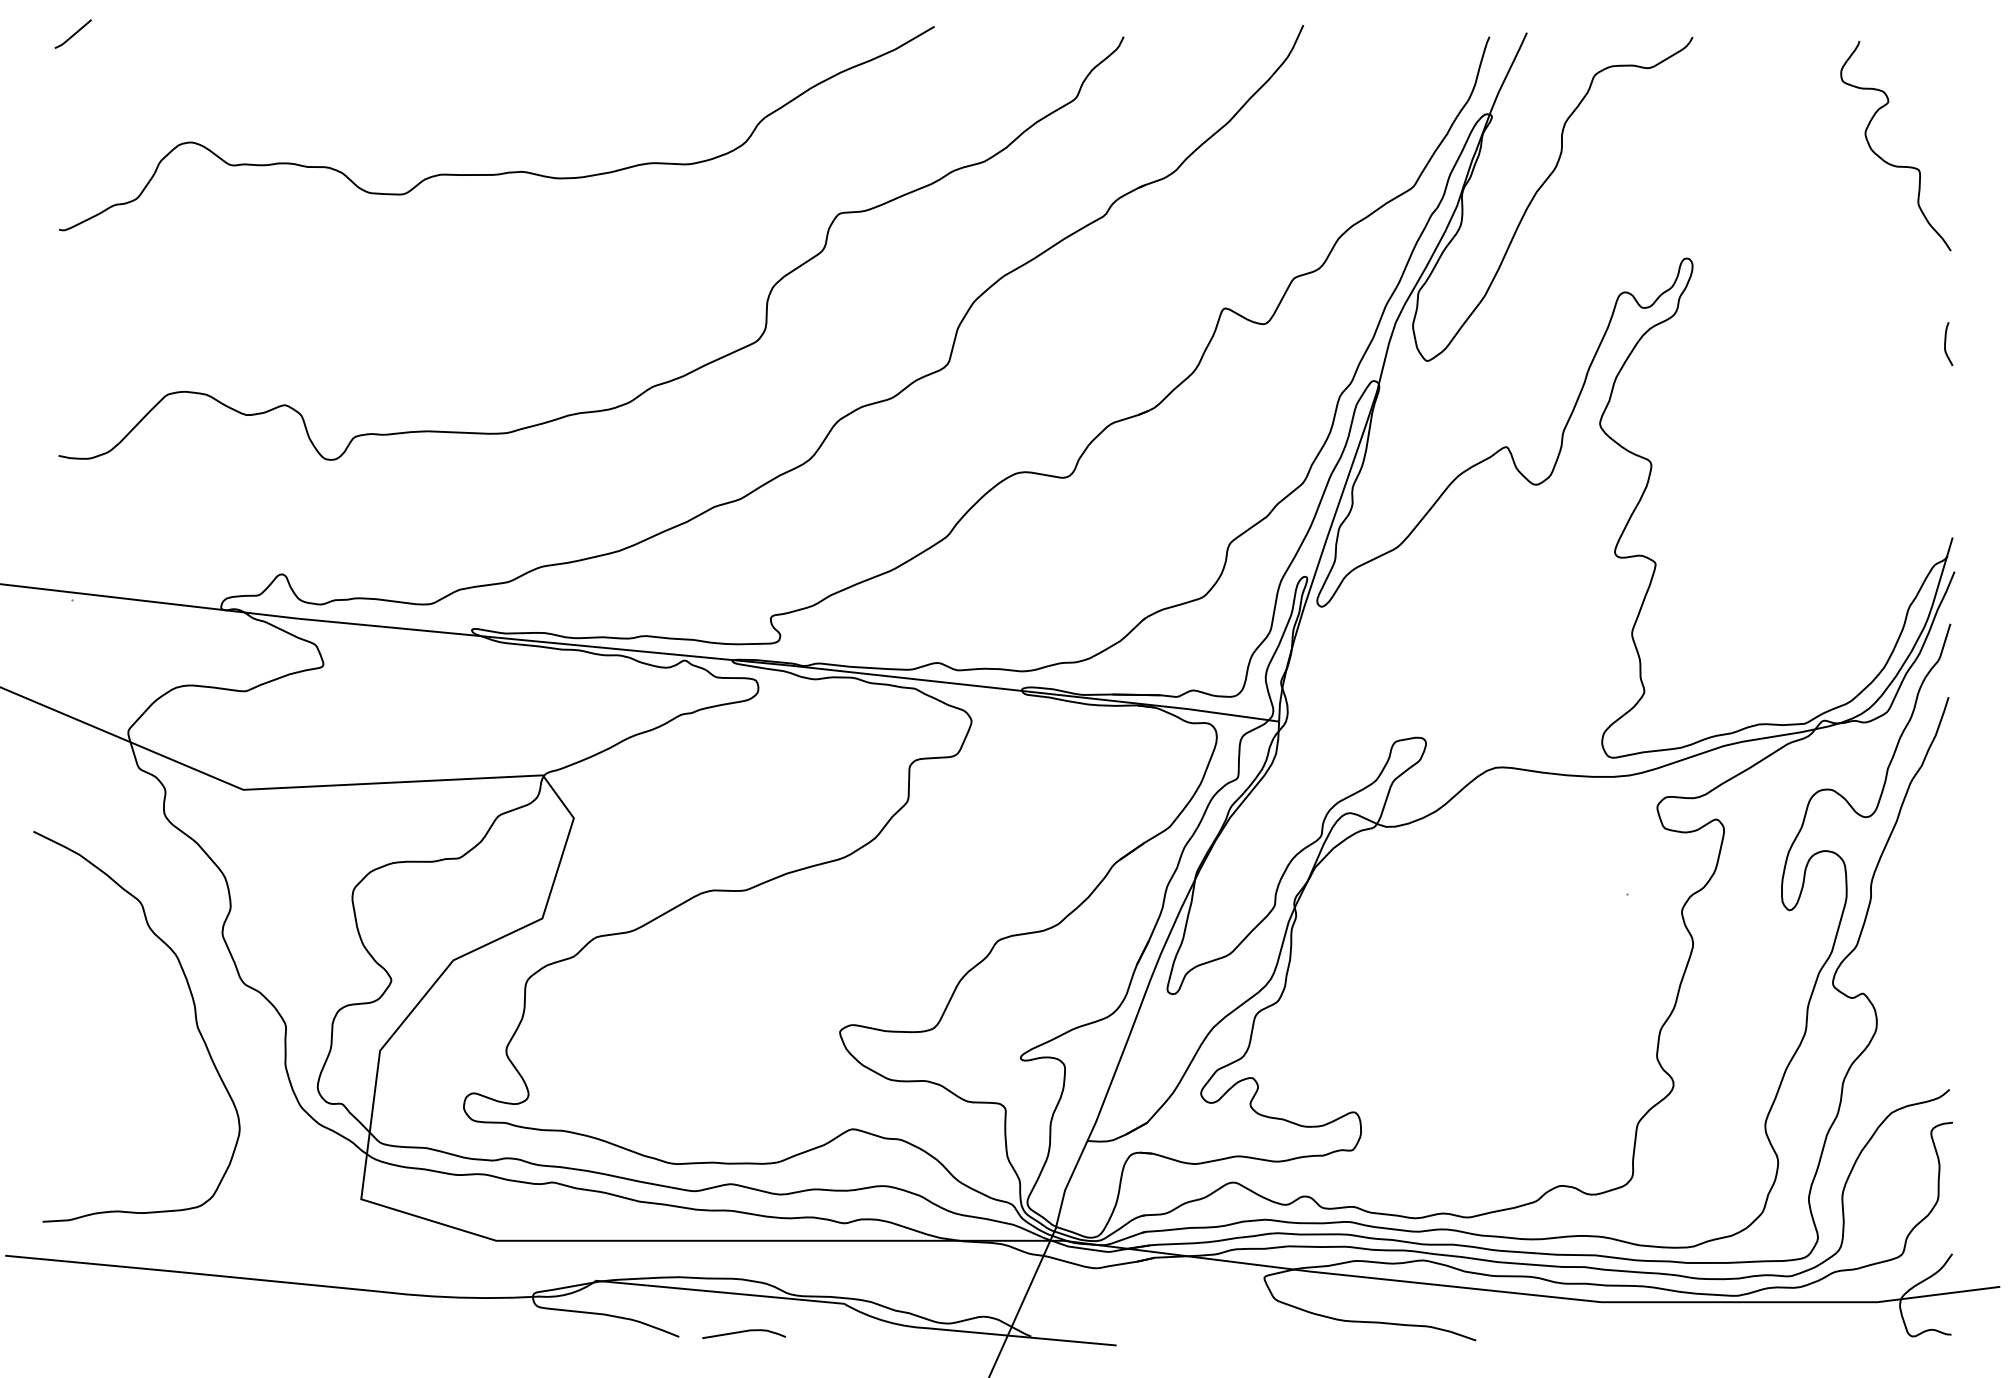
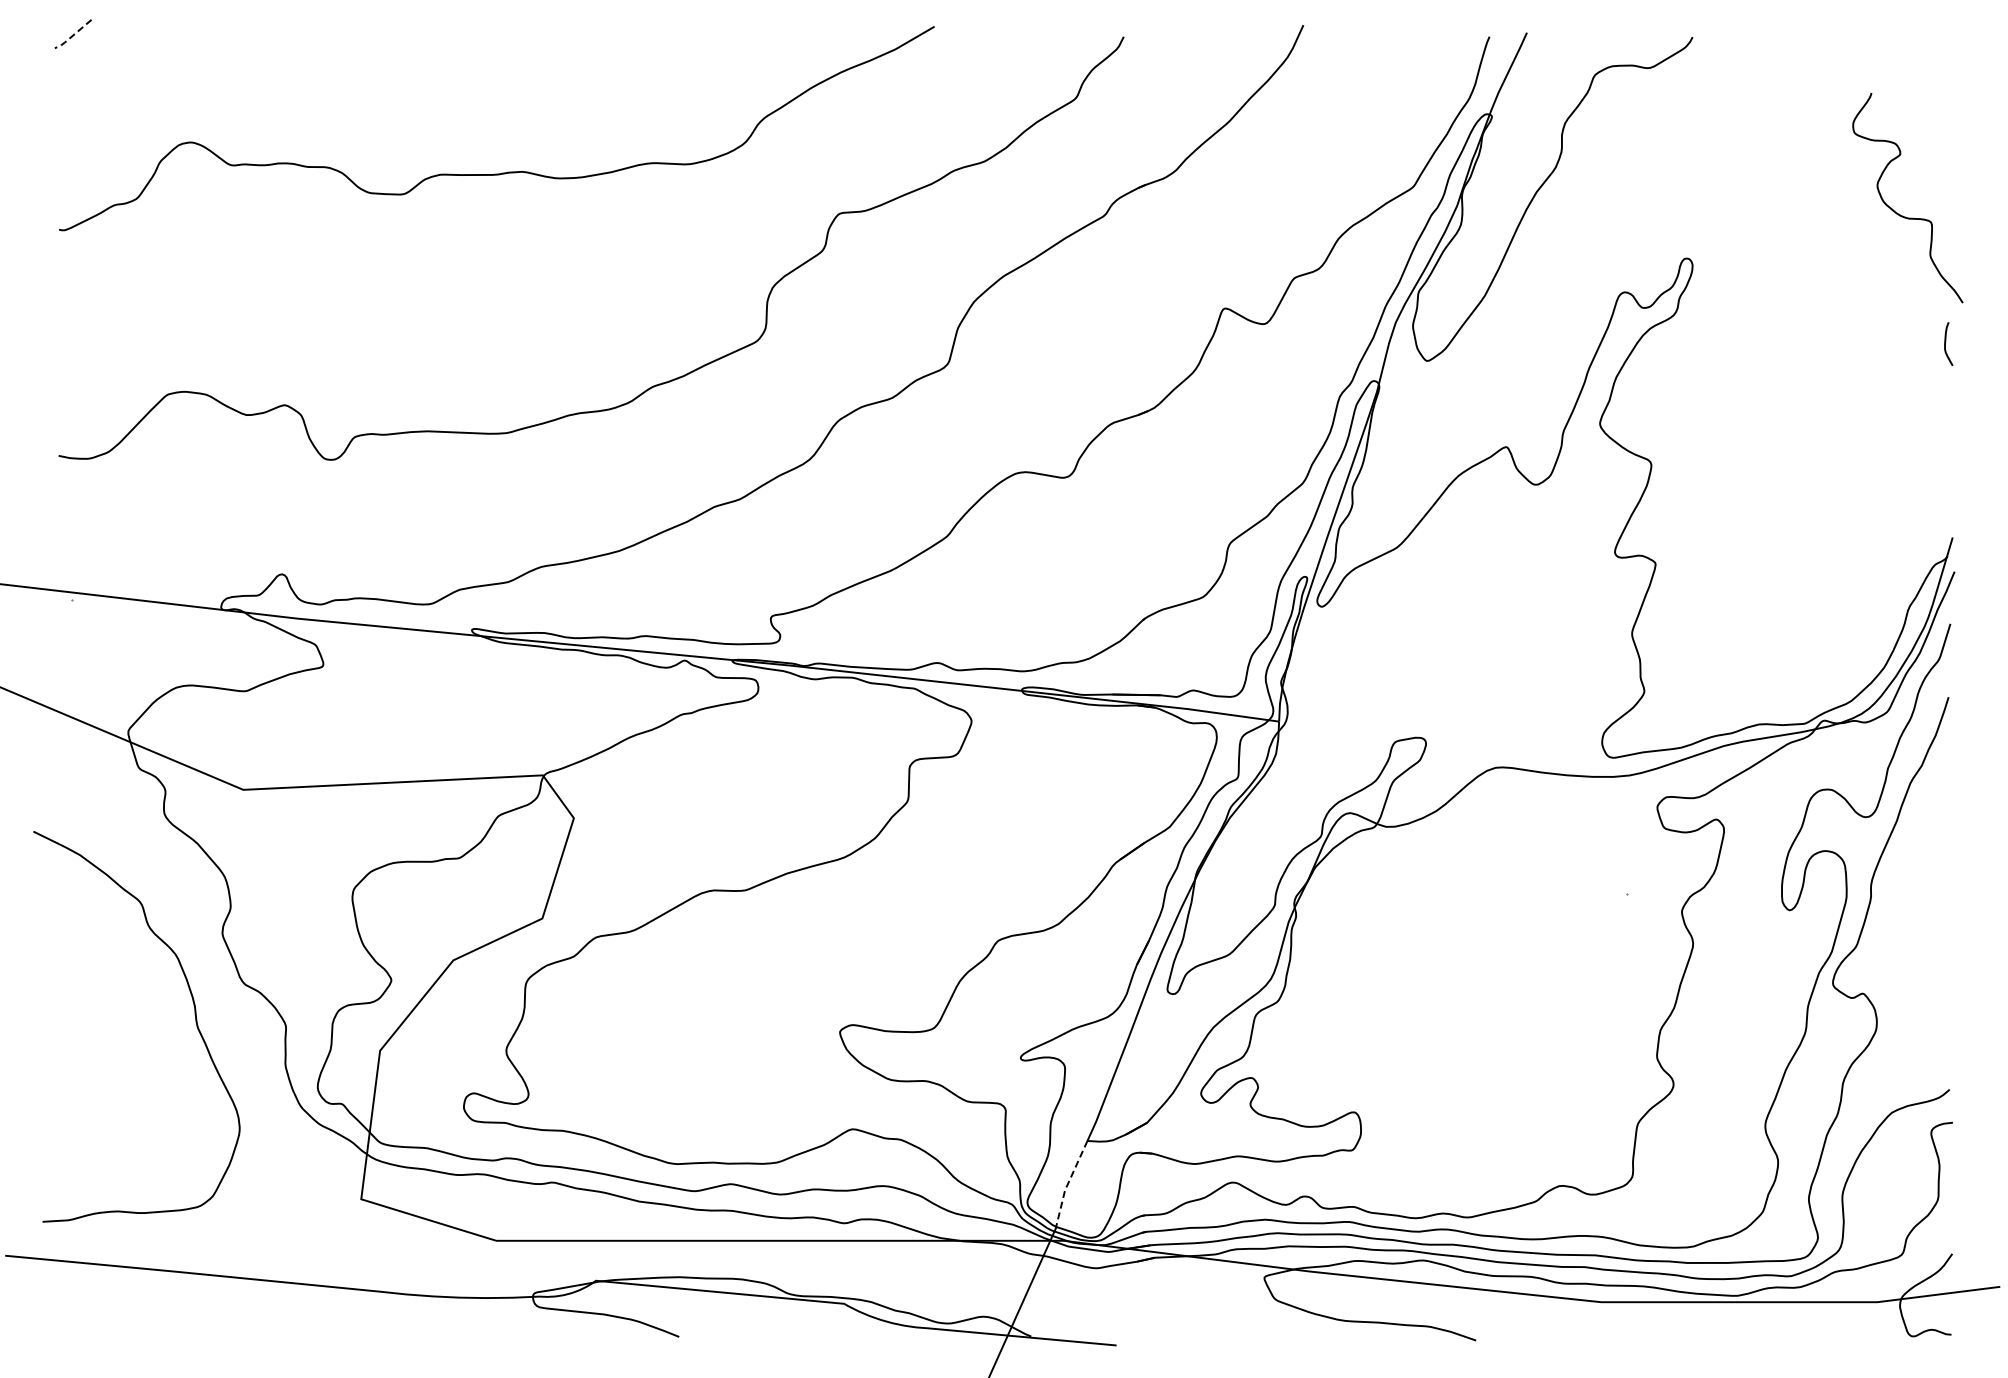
line at (72, 36): solid -> dashed
curve at (1885, 160) position: (1885, 160) -> (1897, 212)
line at (1067, 1184): solid -> dashed
curve at (743, 1332): present -> none
